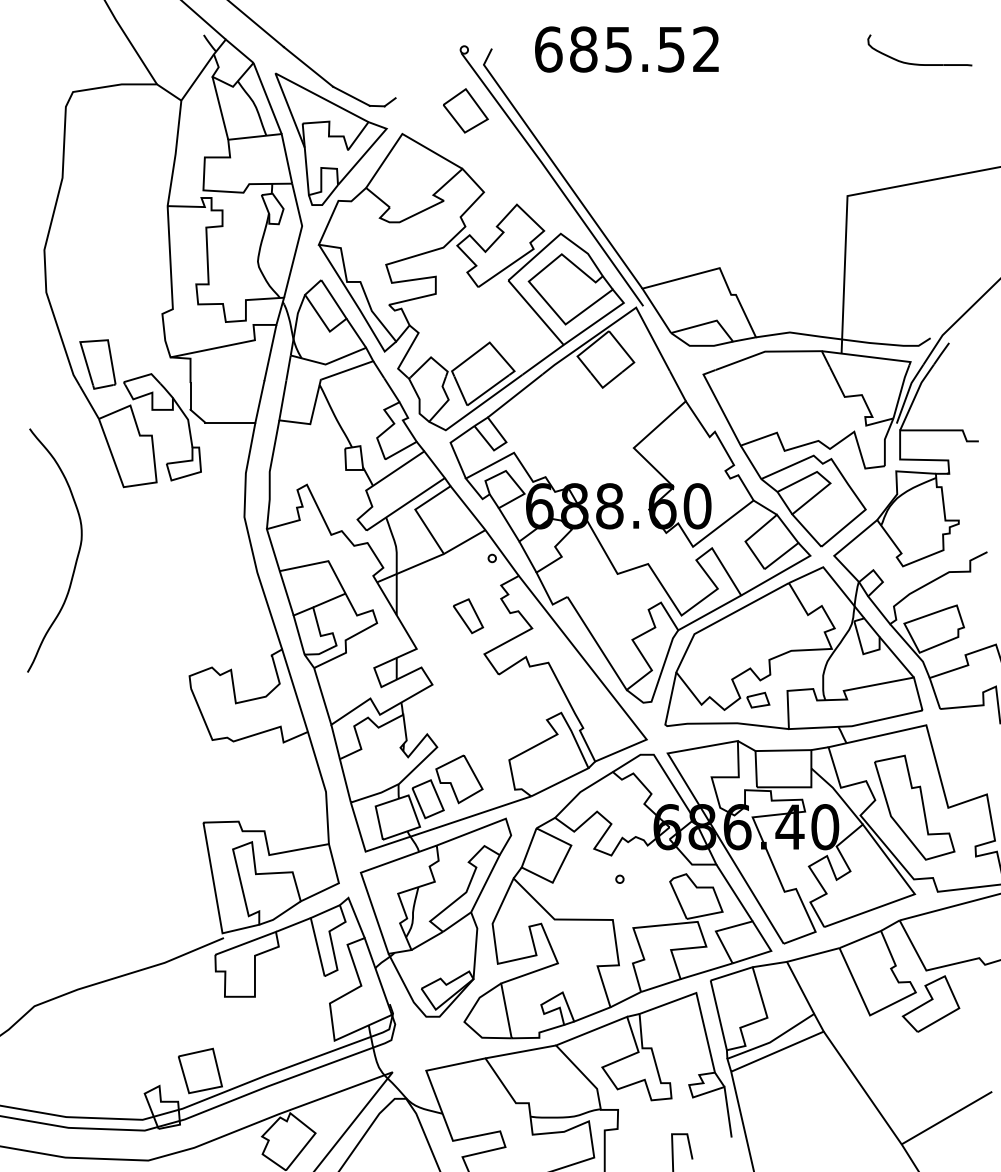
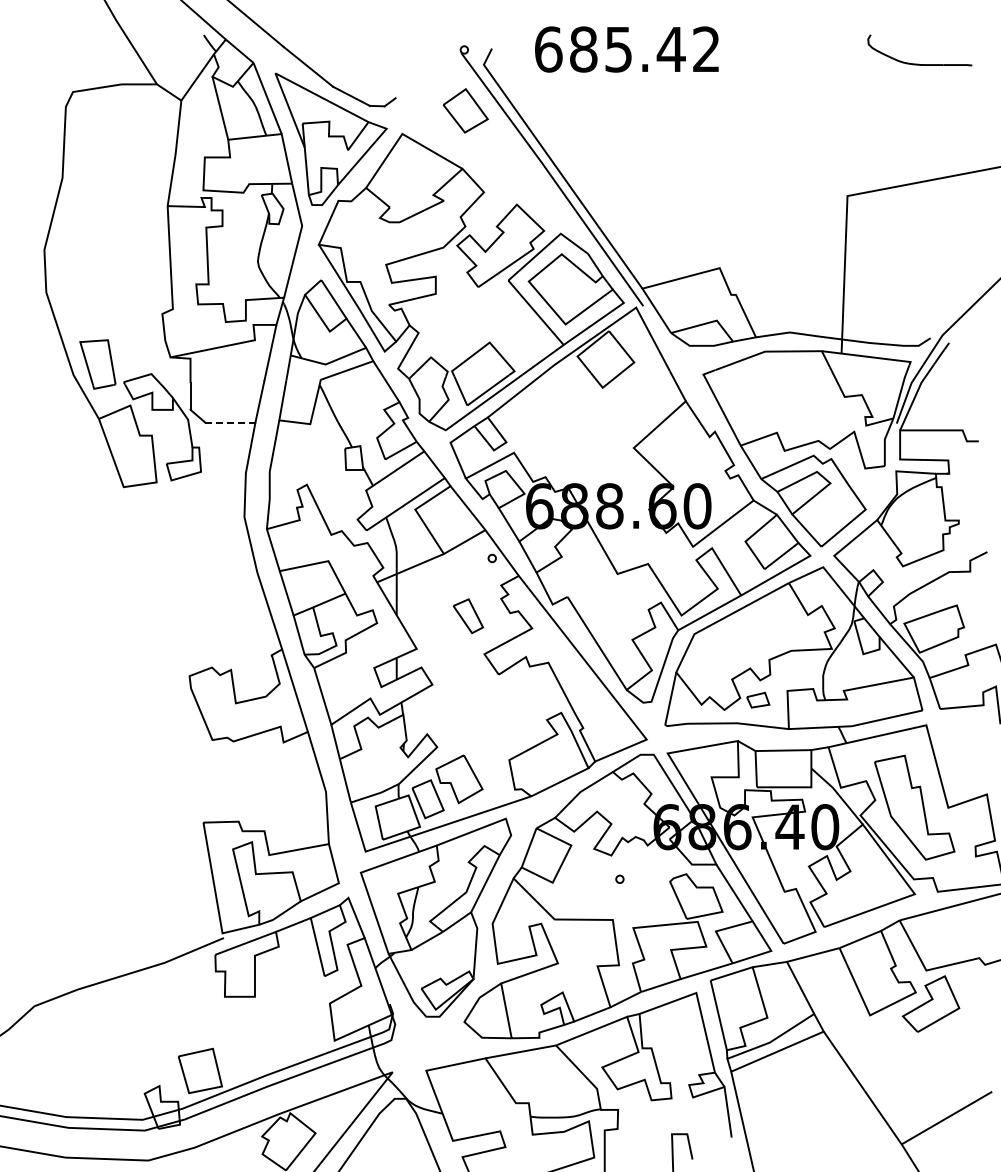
text at (670, 49): 685.52 -> 685.42
line at (230, 422): solid -> dashed
curve at (76, 556): present -> none
